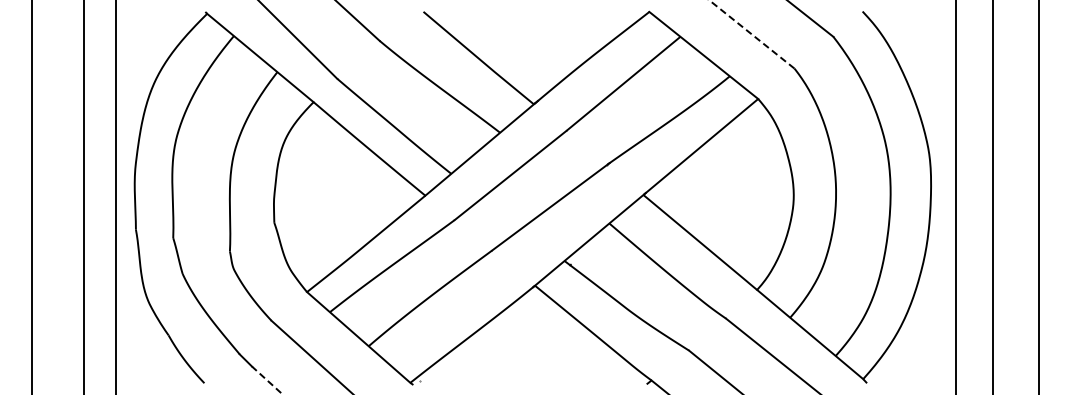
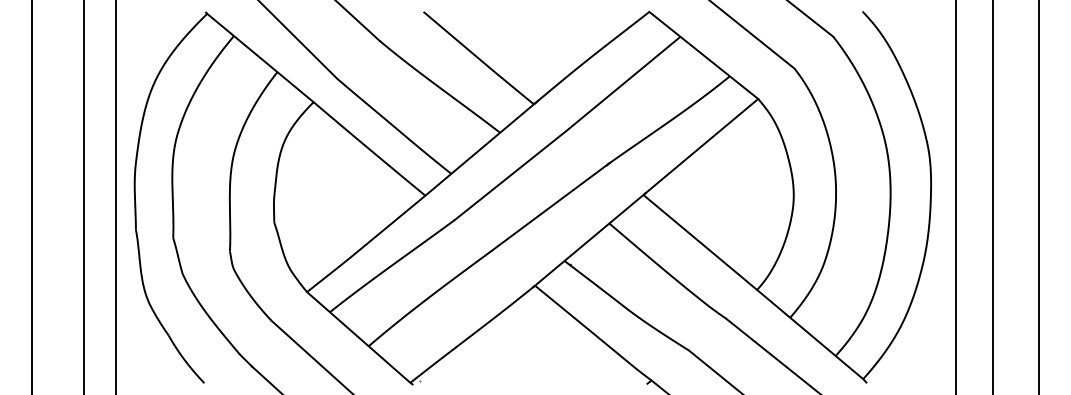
line at (751, 34): dashed -> solid
line at (267, 380): dashed -> solid
